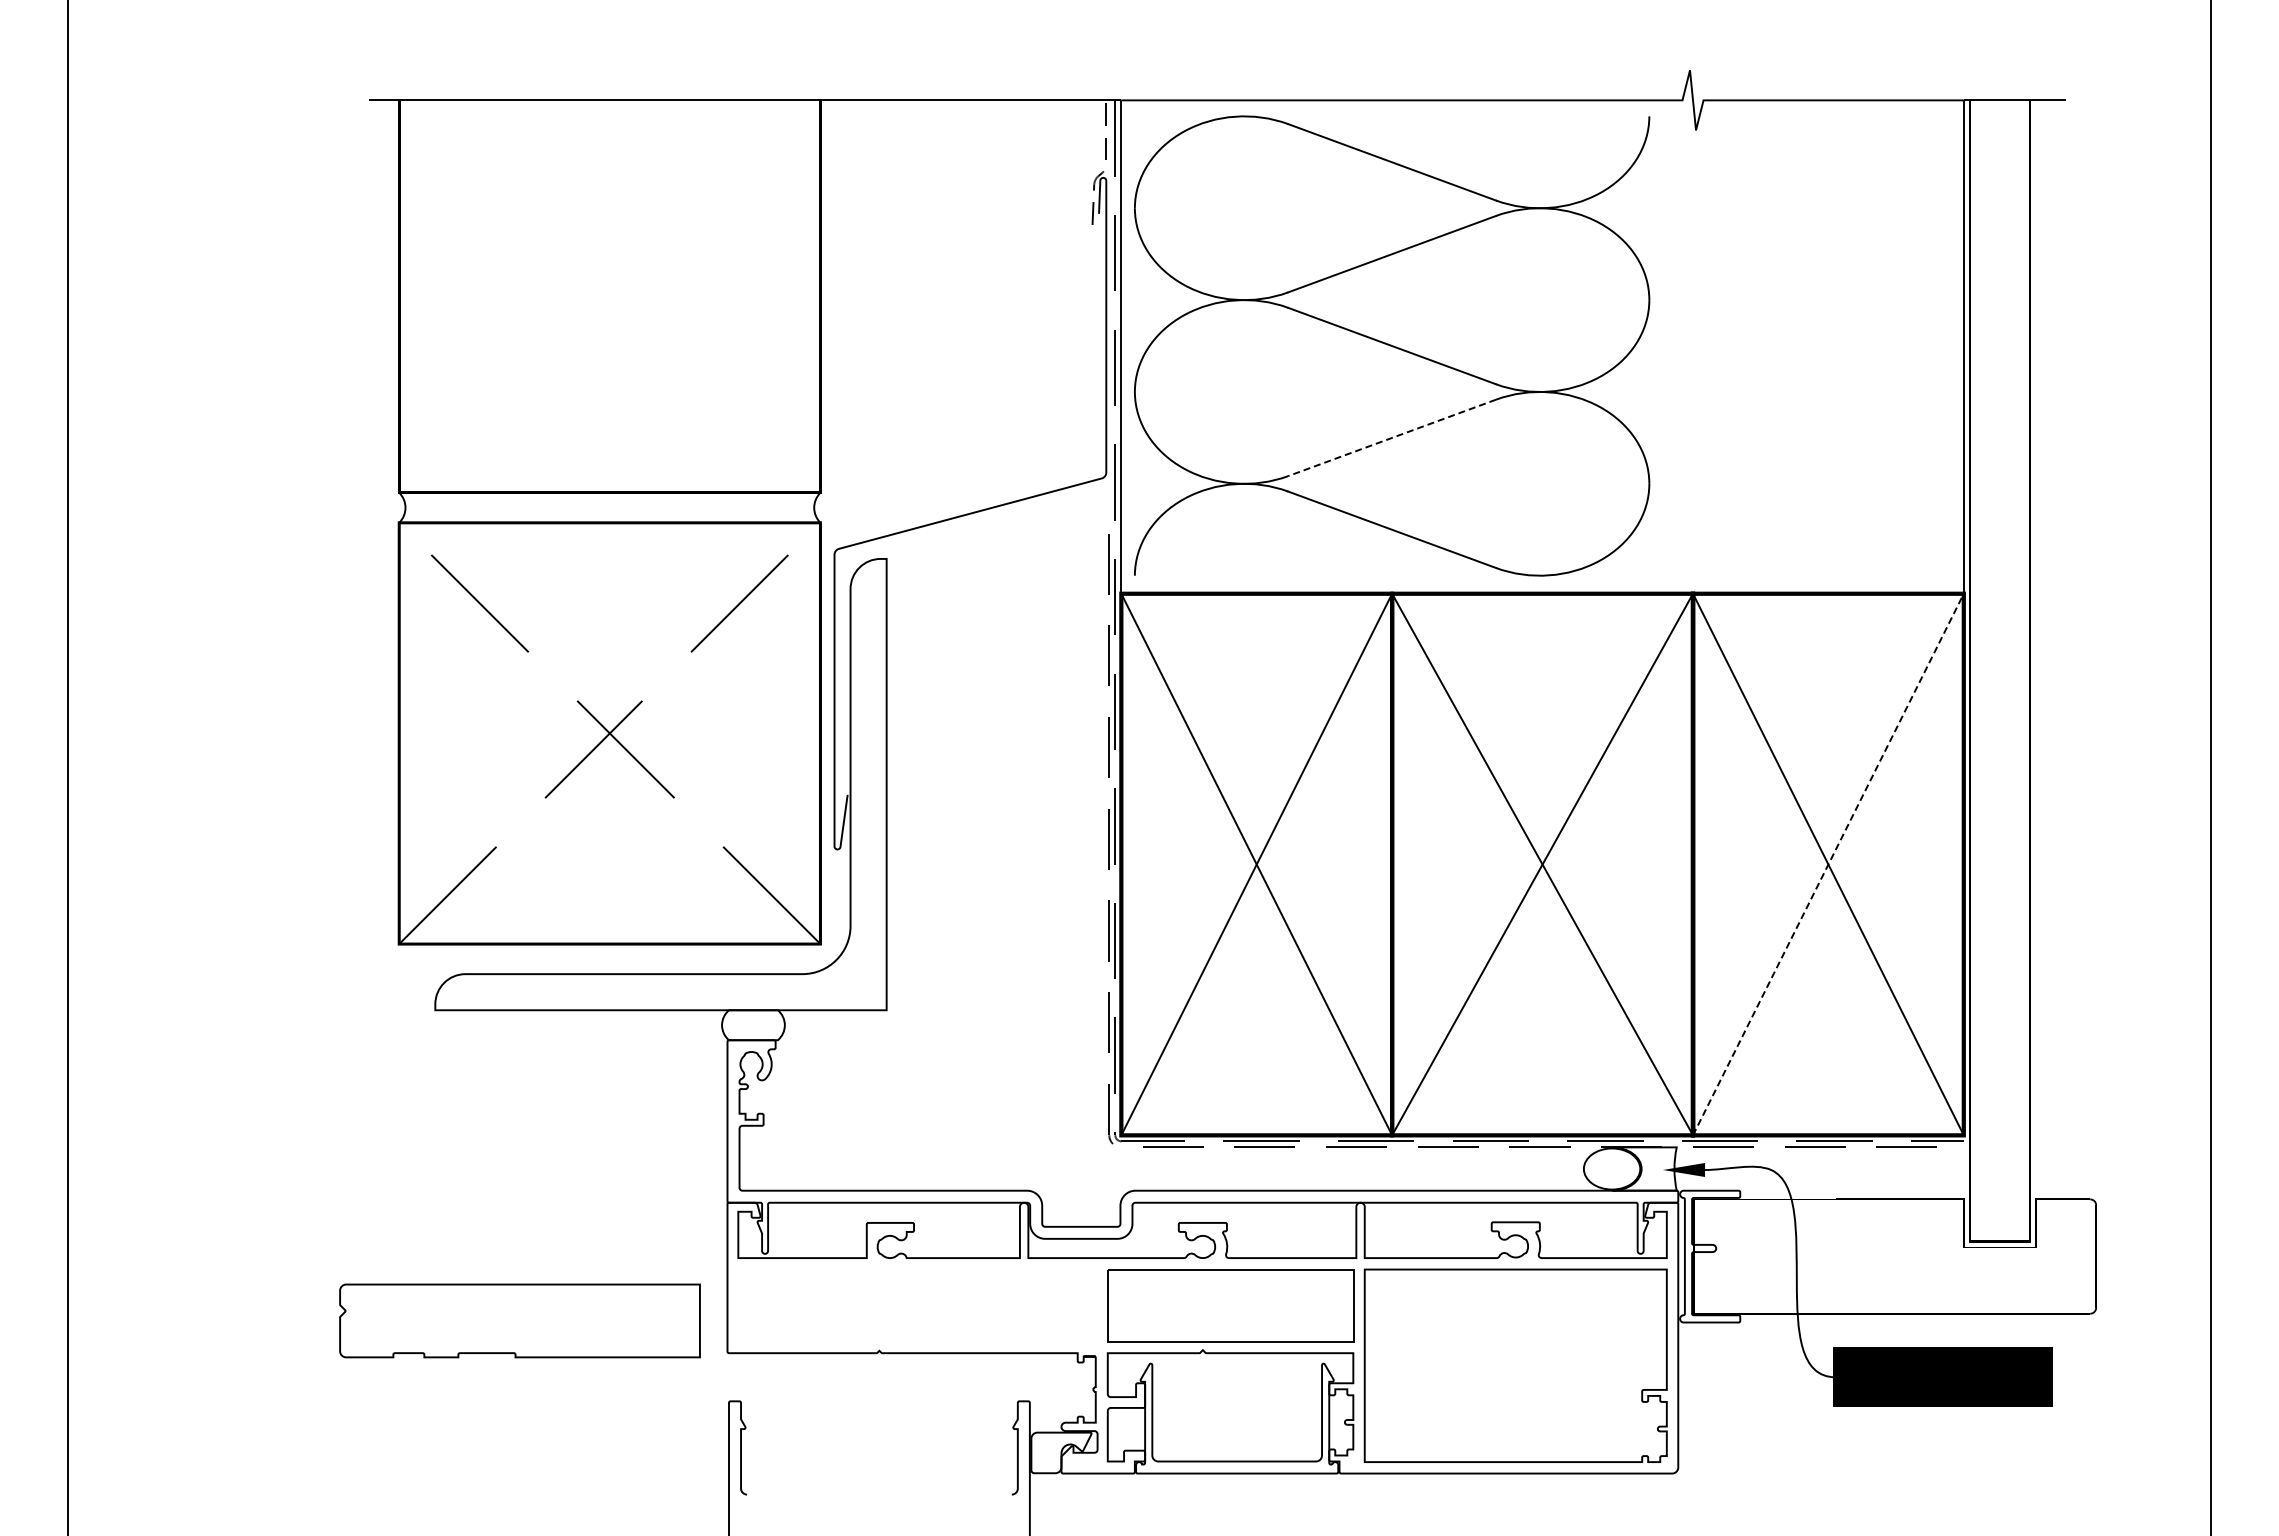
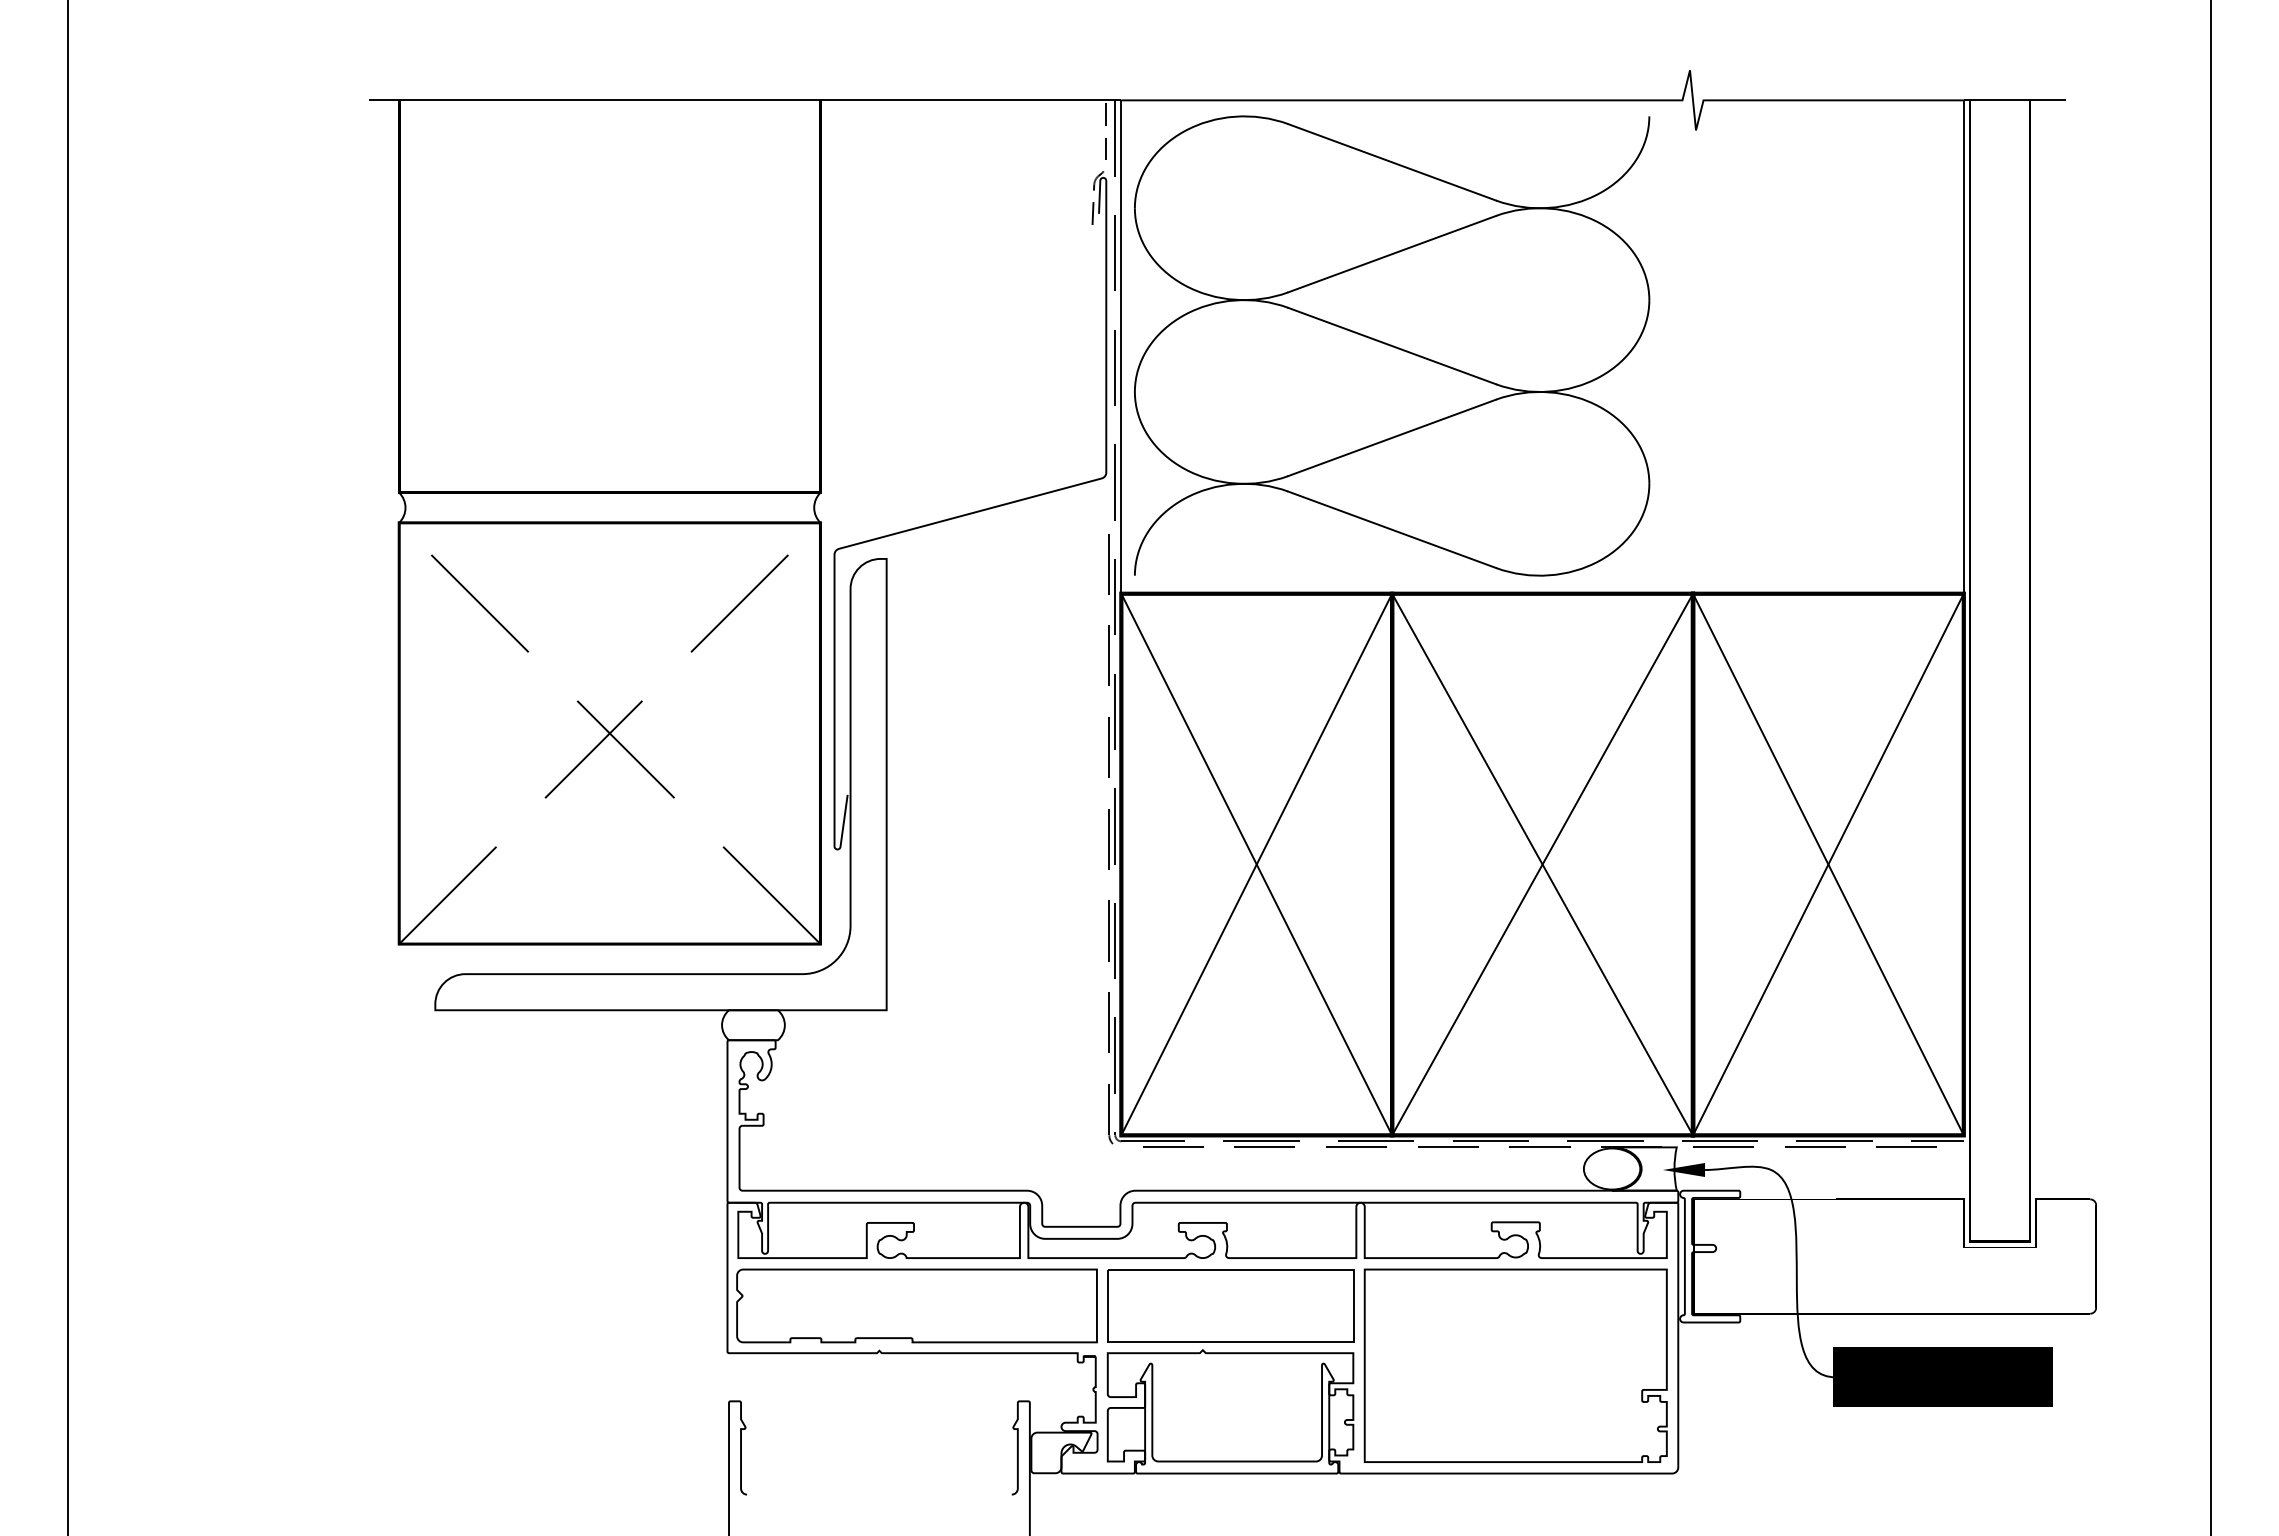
line at (1392, 437): dashed -> solid
line at (1828, 864): dashed -> solid
part at (519, 1320) position: (519, 1320) -> (916, 1305)
